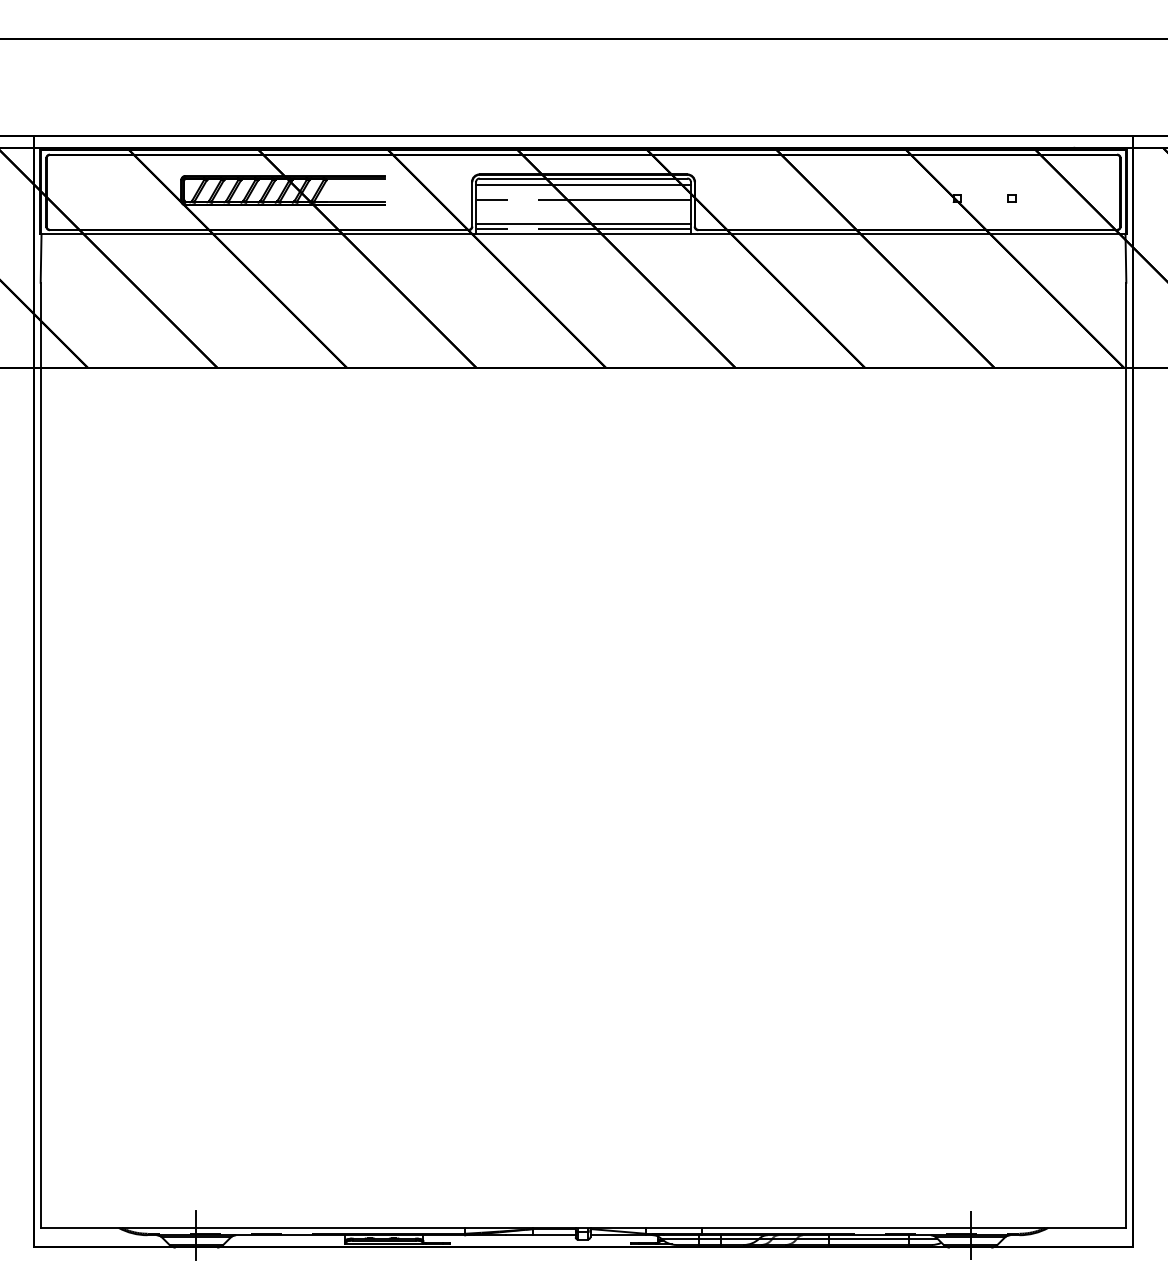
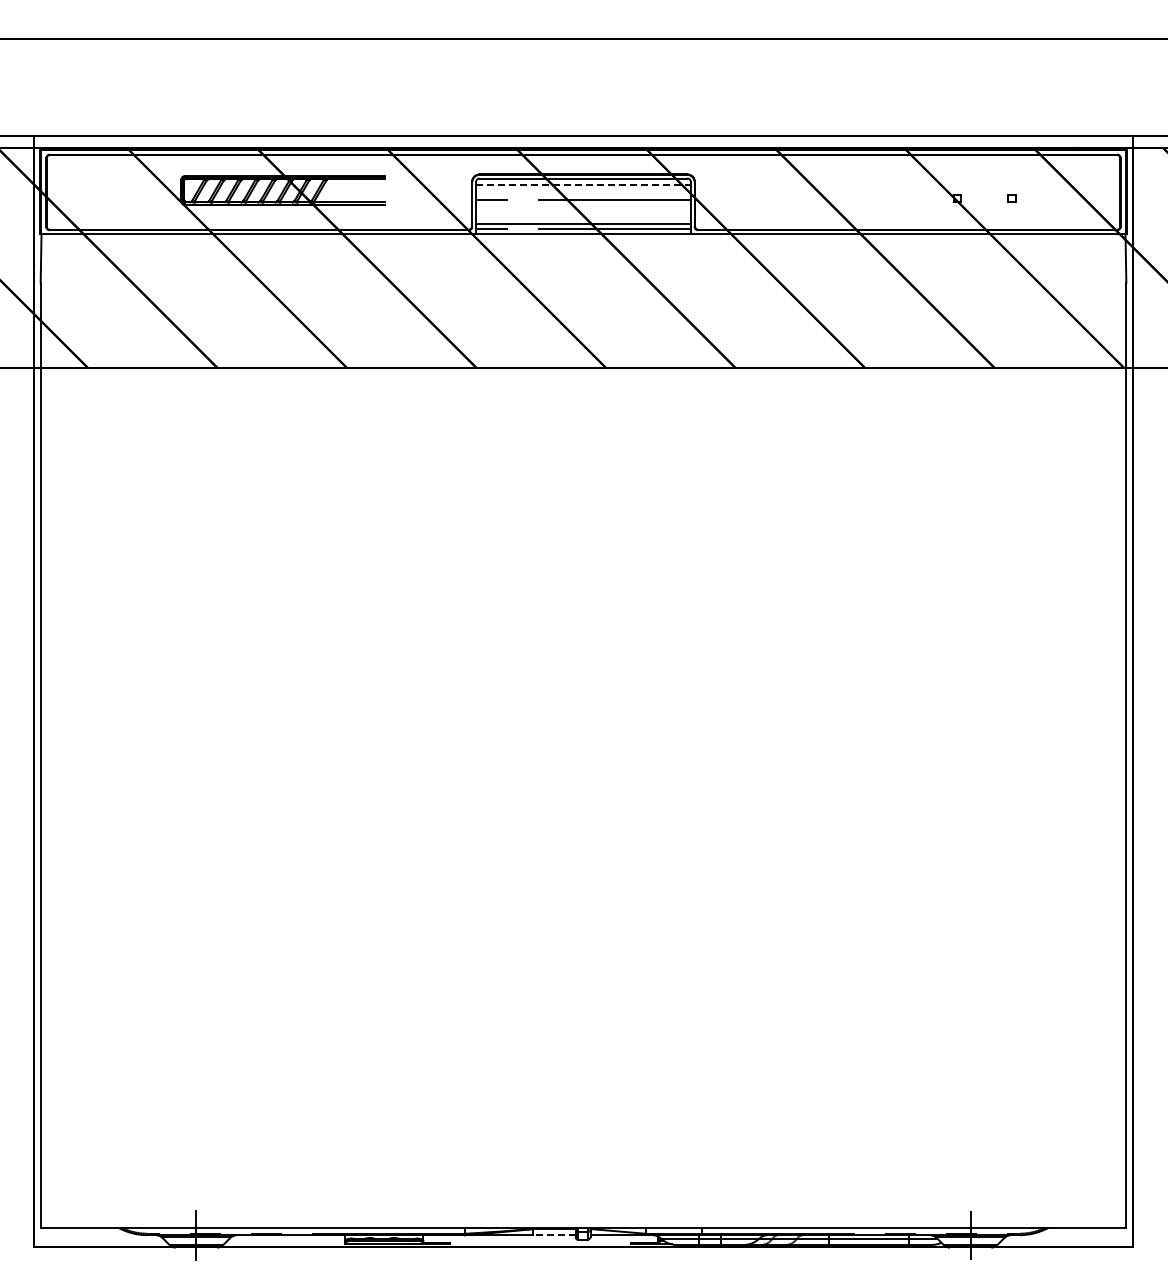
line at (584, 184): solid -> dashed
line at (554, 1235): solid -> dashed
